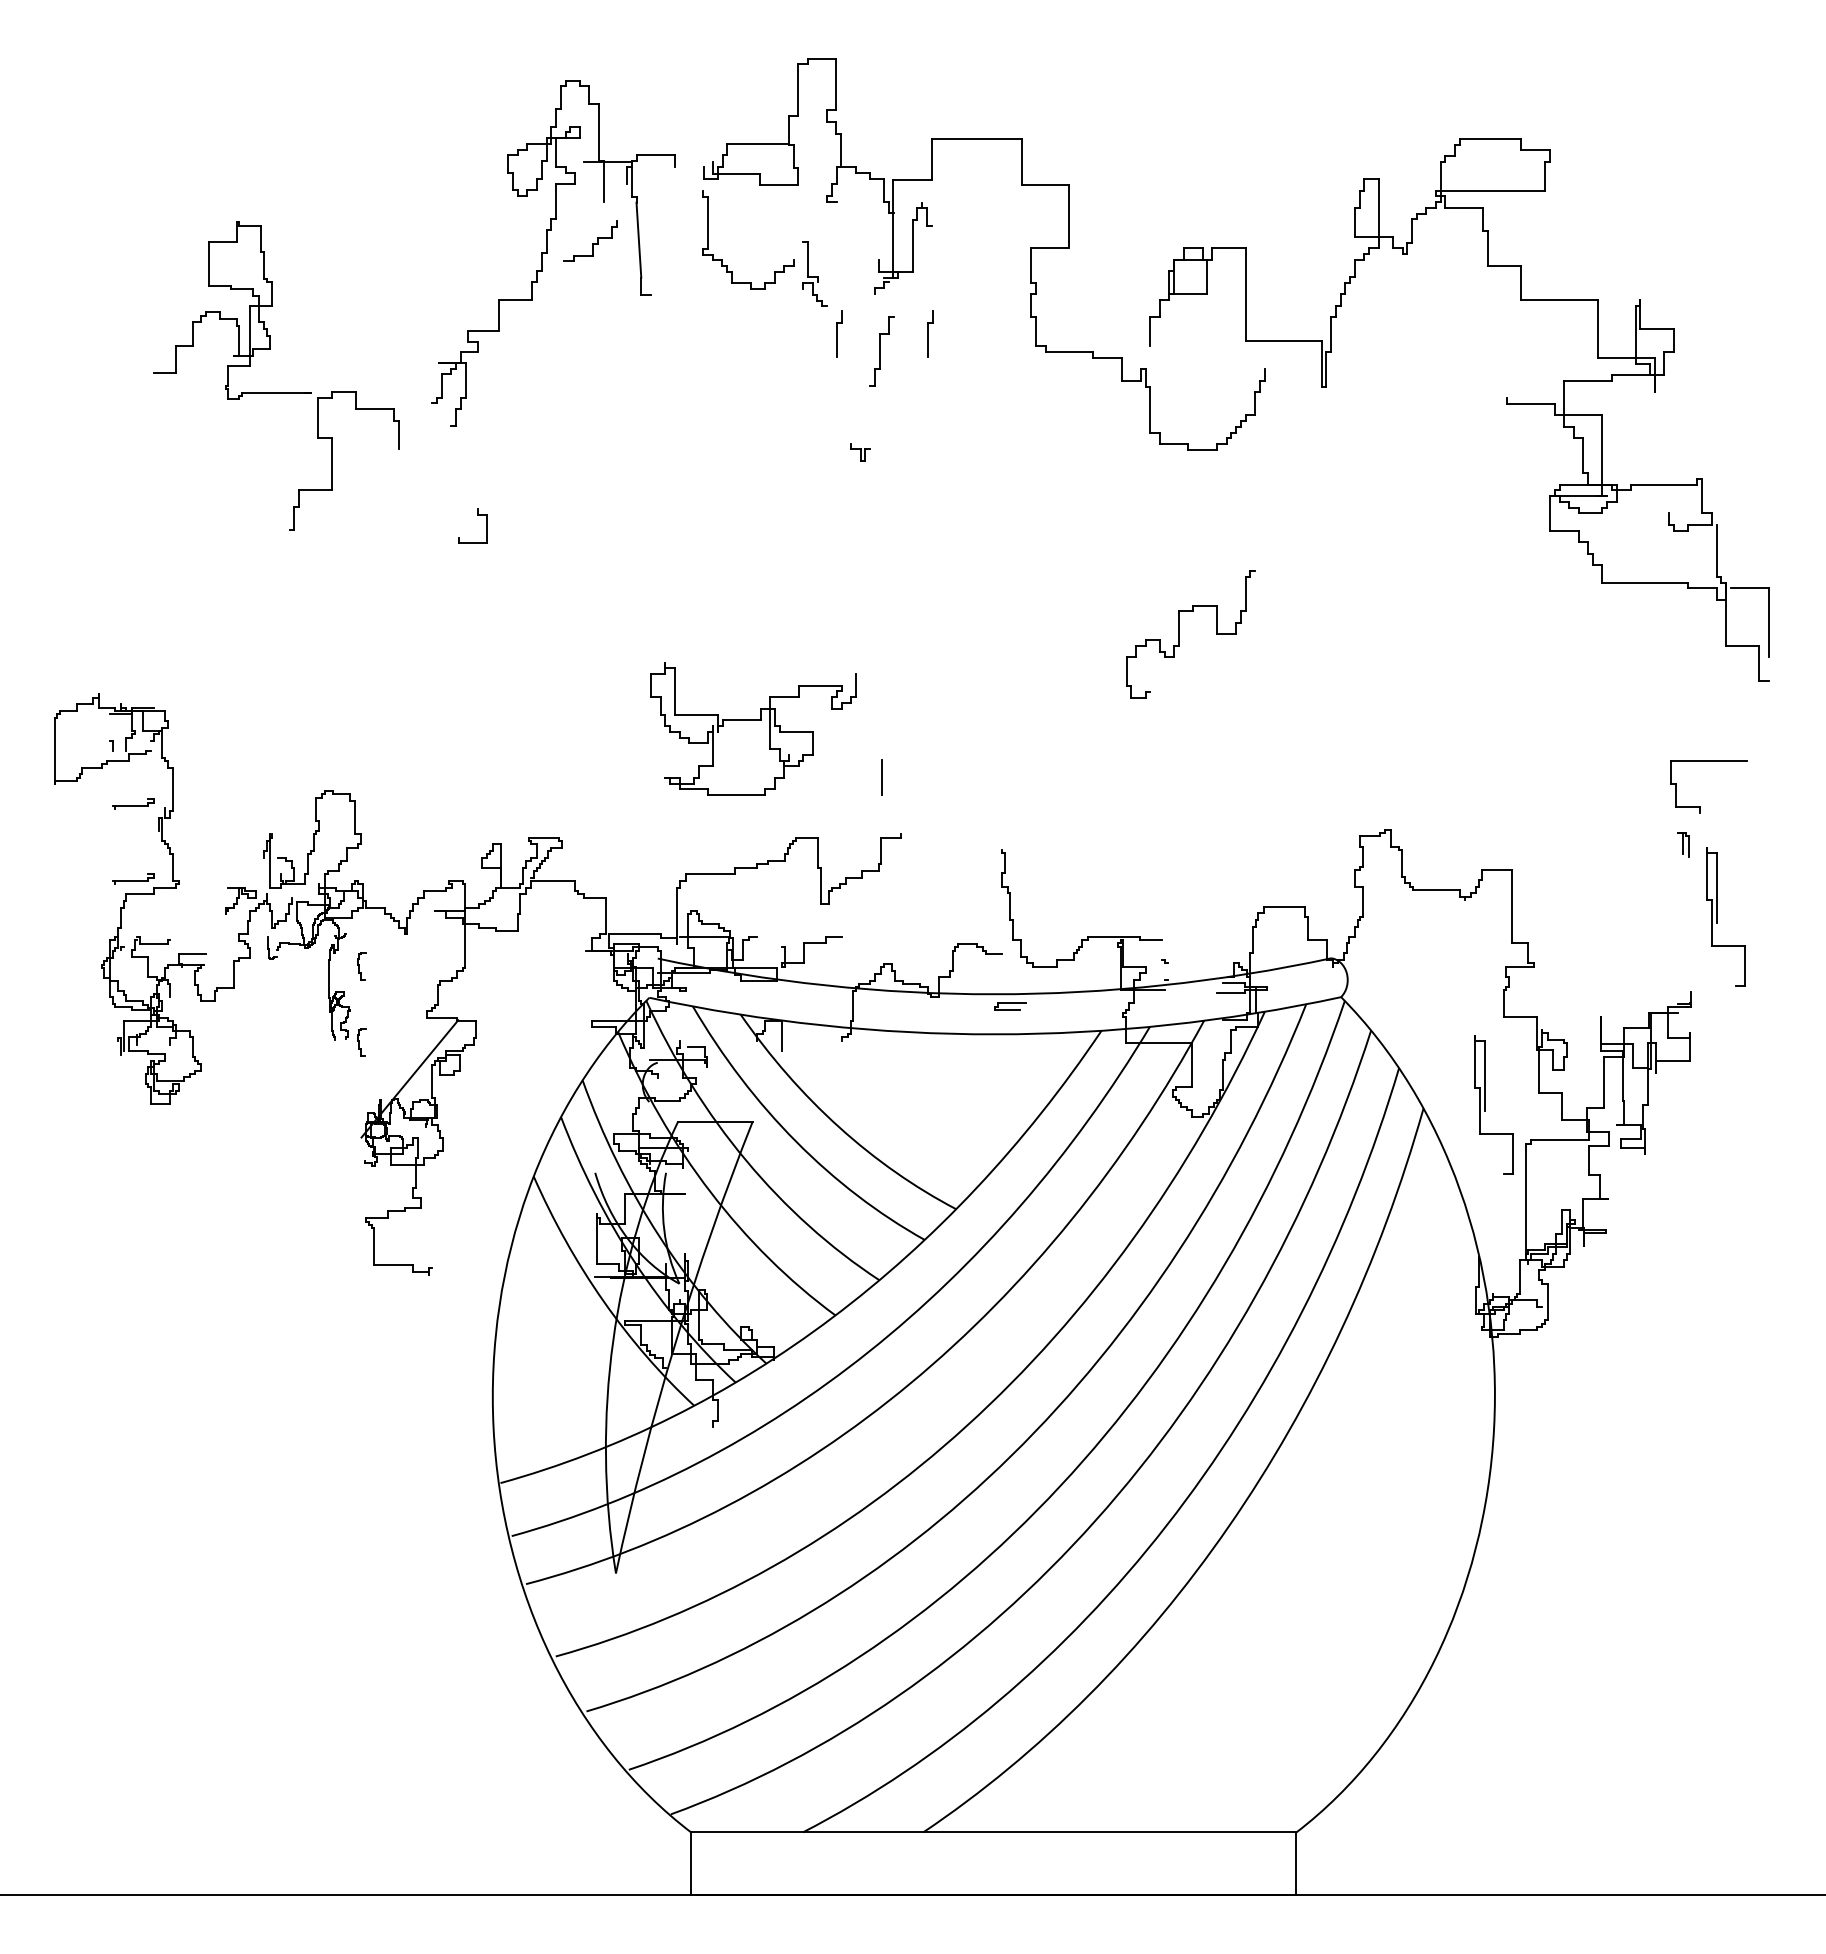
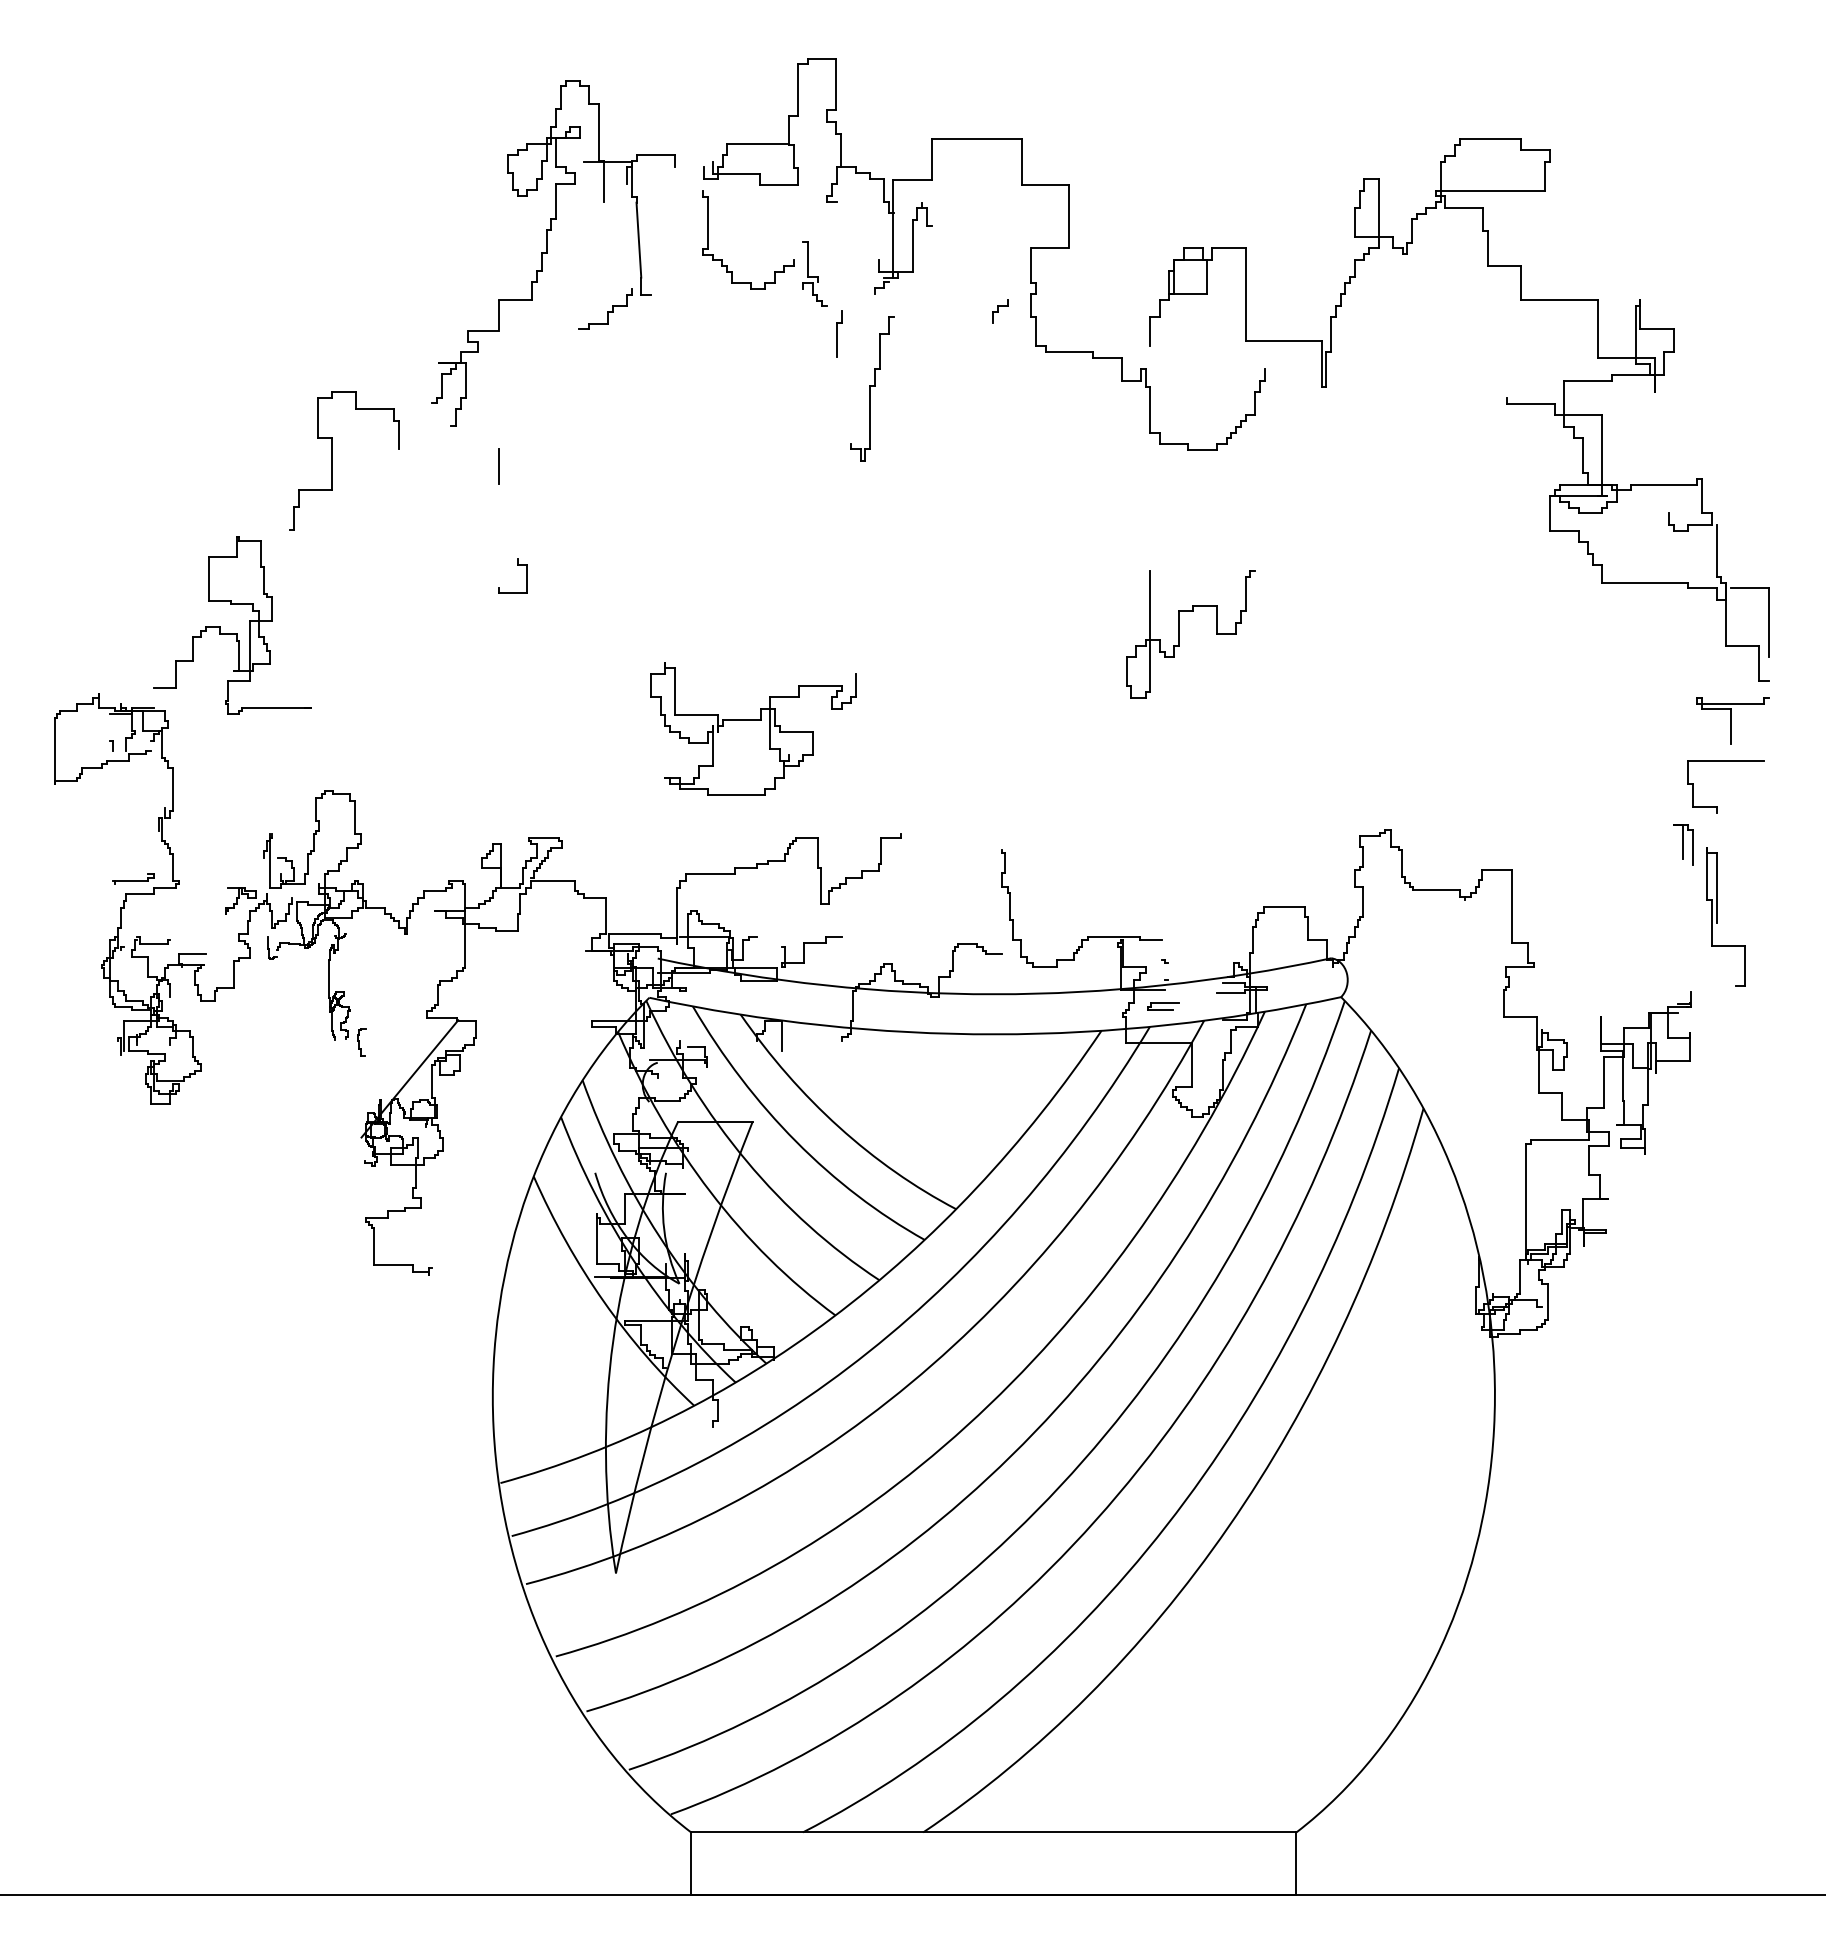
part at (590, 240) position: (590, 240) -> (605, 308)
part at (1000, 311): none -> present
part at (232, 318) position: (232, 318) -> (232, 633)
part at (930, 333): present -> none
line at (870, 417): none -> present
part at (477, 515) position: (477, 515) -> (517, 565)
line at (1150, 631): none -> present
part at (1732, 720): none -> present
line at (881, 777) position: (881, 777) -> (498, 466)
part at (133, 803): present -> none
part at (1700, 806) position: (1700, 806) -> (1717, 806)
part at (1683, 844) size: 13x26 px -> 21x42 px
part at (361, 966): present -> none
part at (1010, 1006) position: (1010, 1006) -> (1163, 1006)
part at (1485, 1104): present -> none
